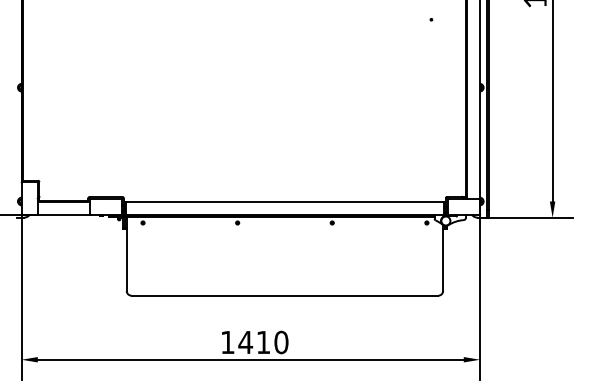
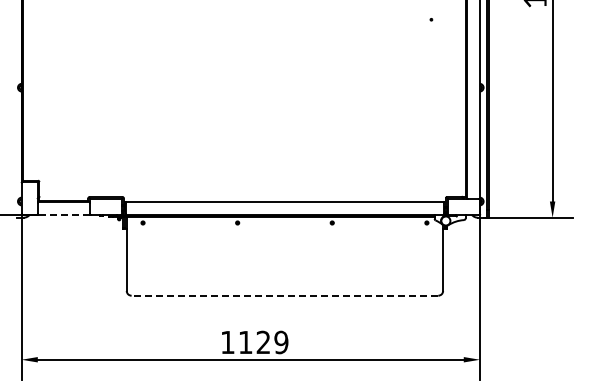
line at (63, 214): solid -> dashed
line at (284, 295): solid -> dashed
text at (263, 342): 1410 -> 1129
